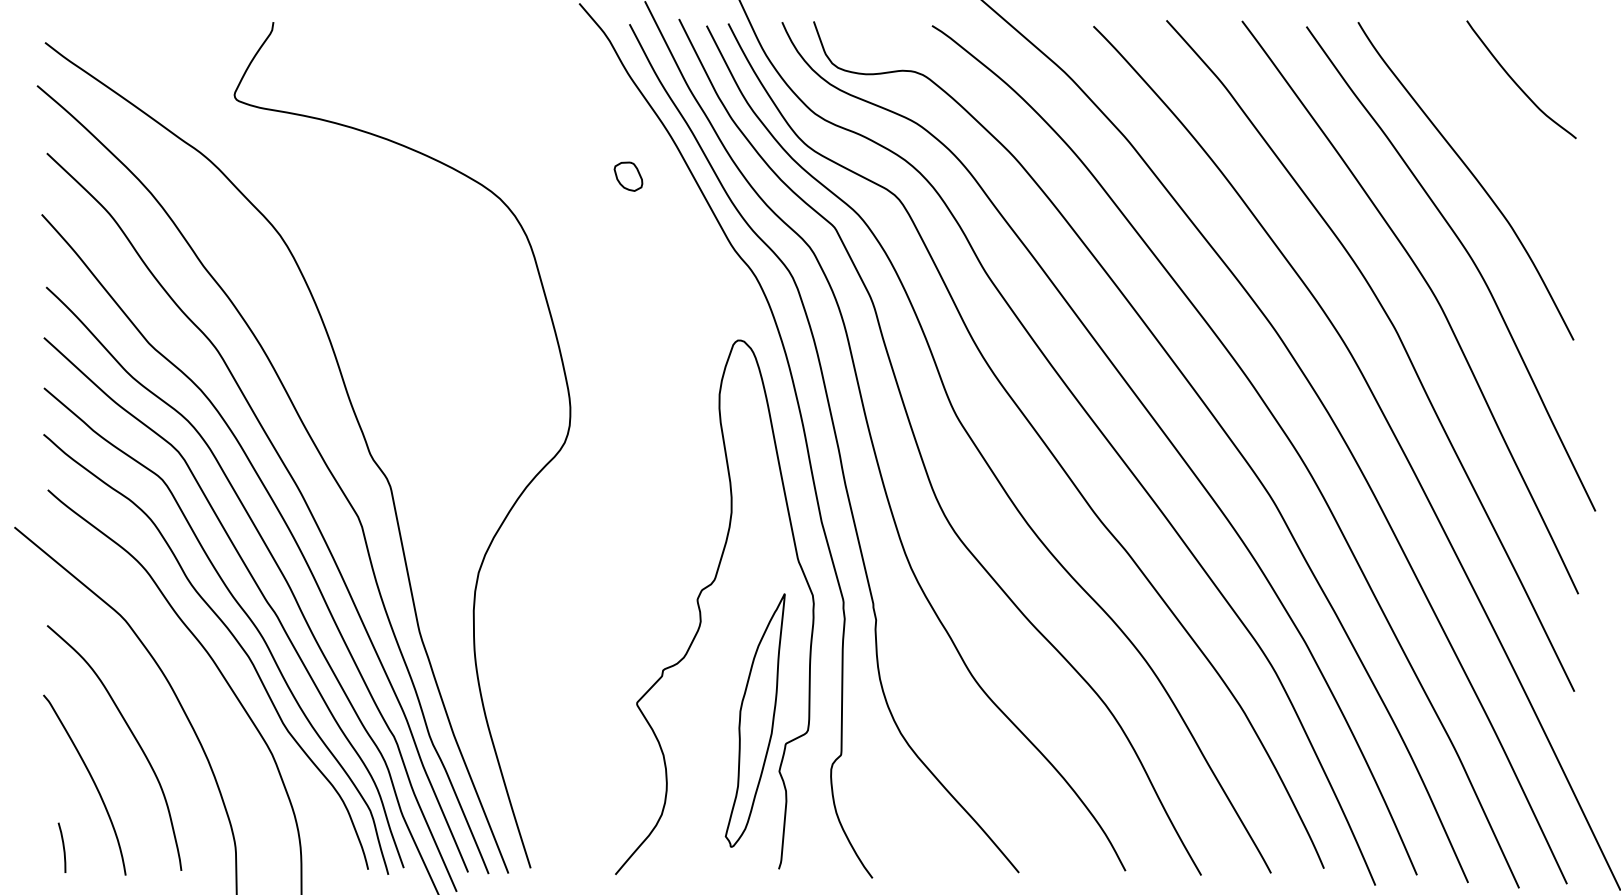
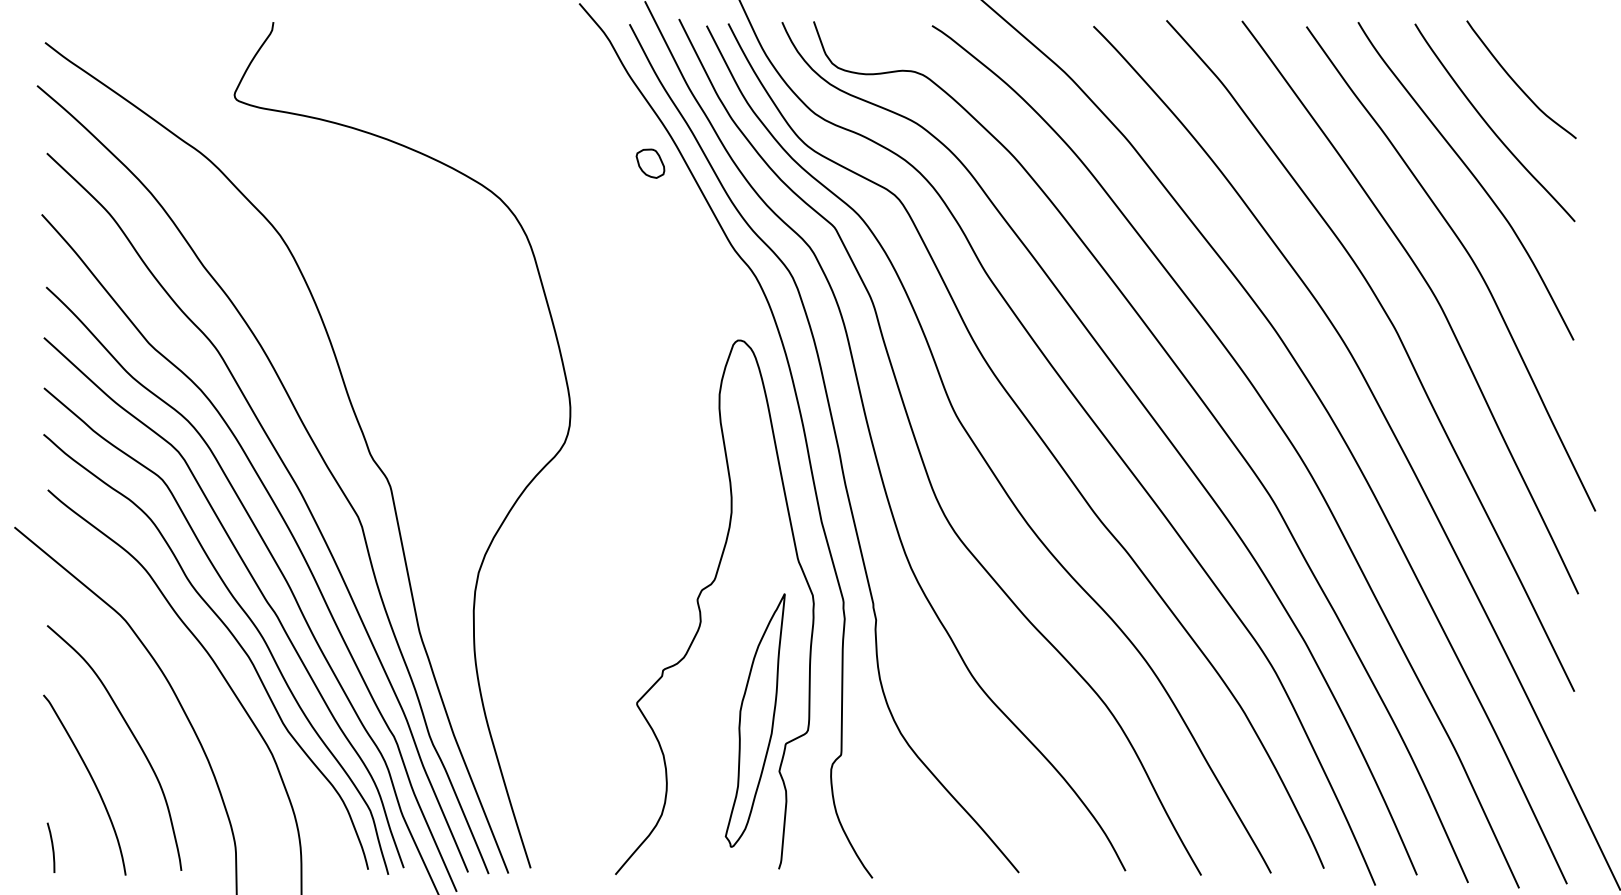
curve at (1490, 126): none -> present
part at (628, 176) position: (628, 176) -> (650, 163)
curve at (62, 846) position: (62, 846) -> (51, 846)
